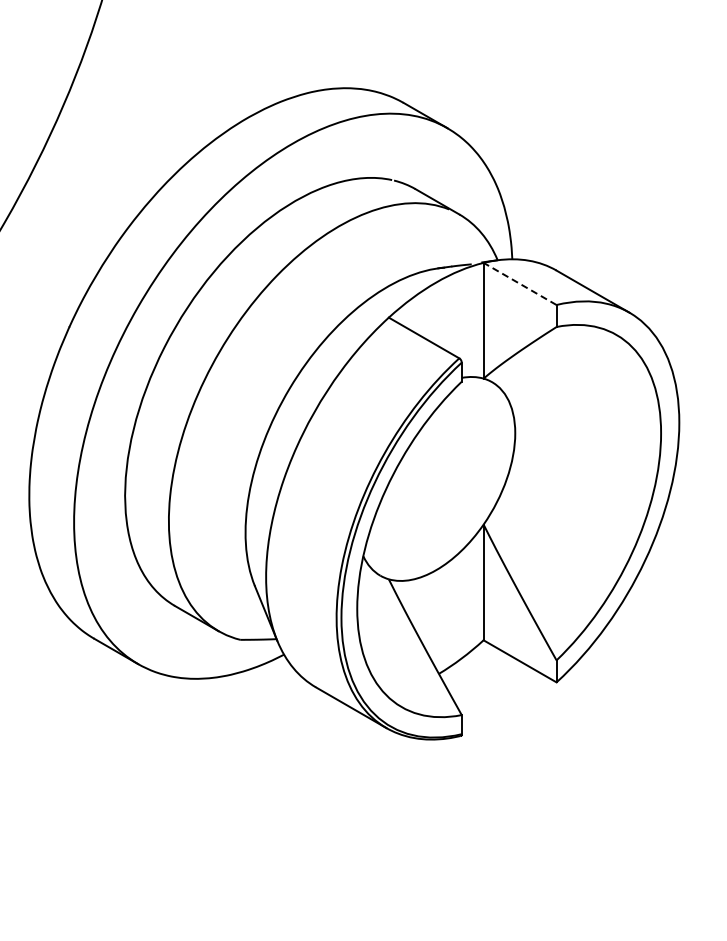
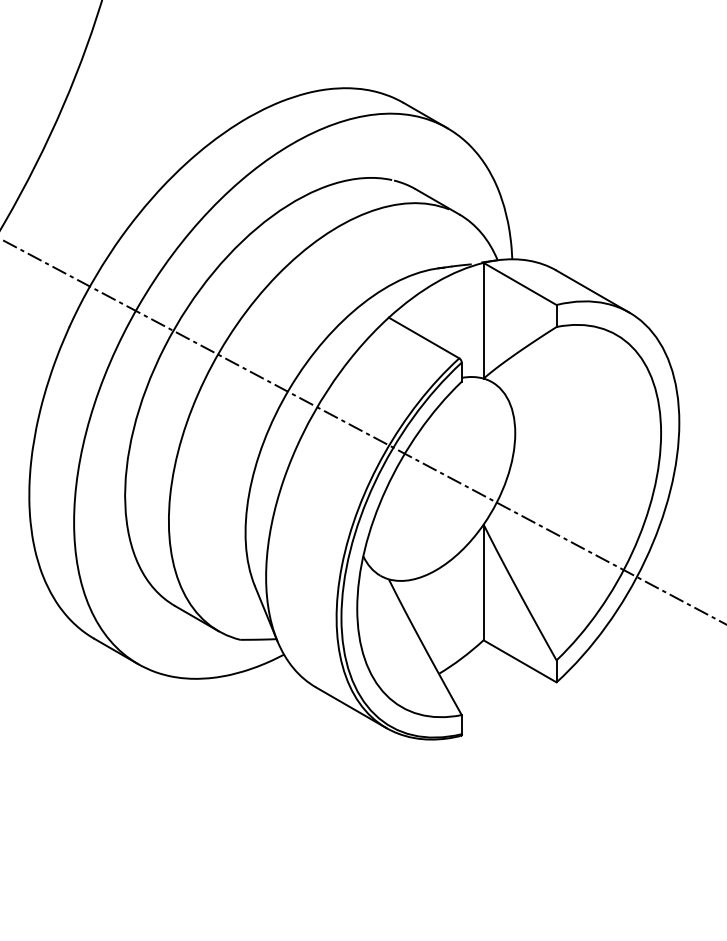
line at (519, 283): dashed -> solid
line at (362, 431): none -> present
